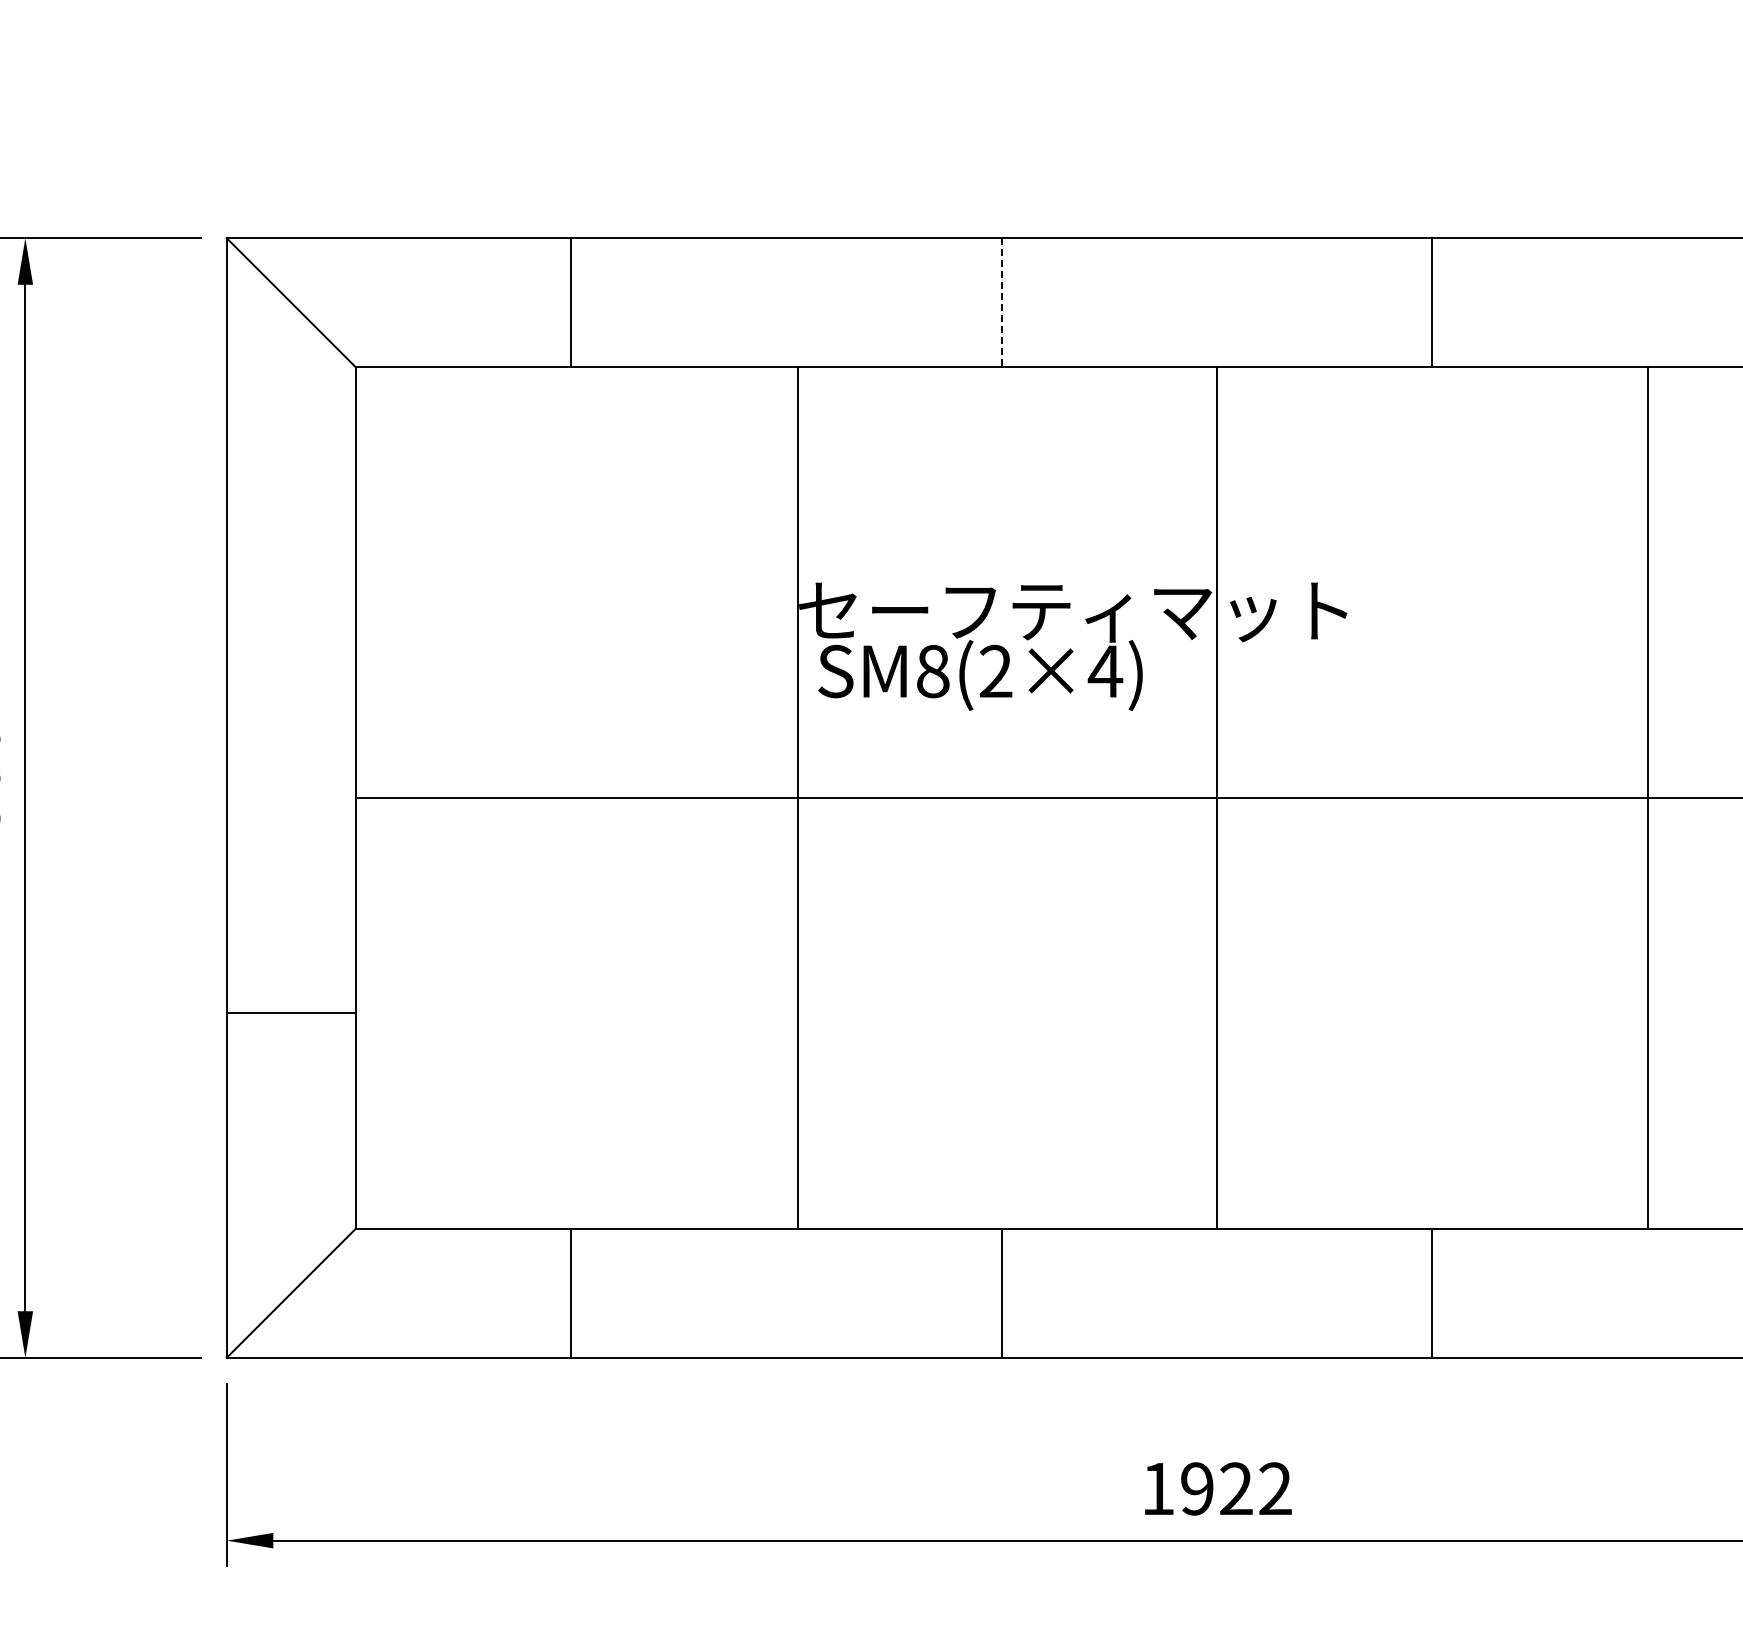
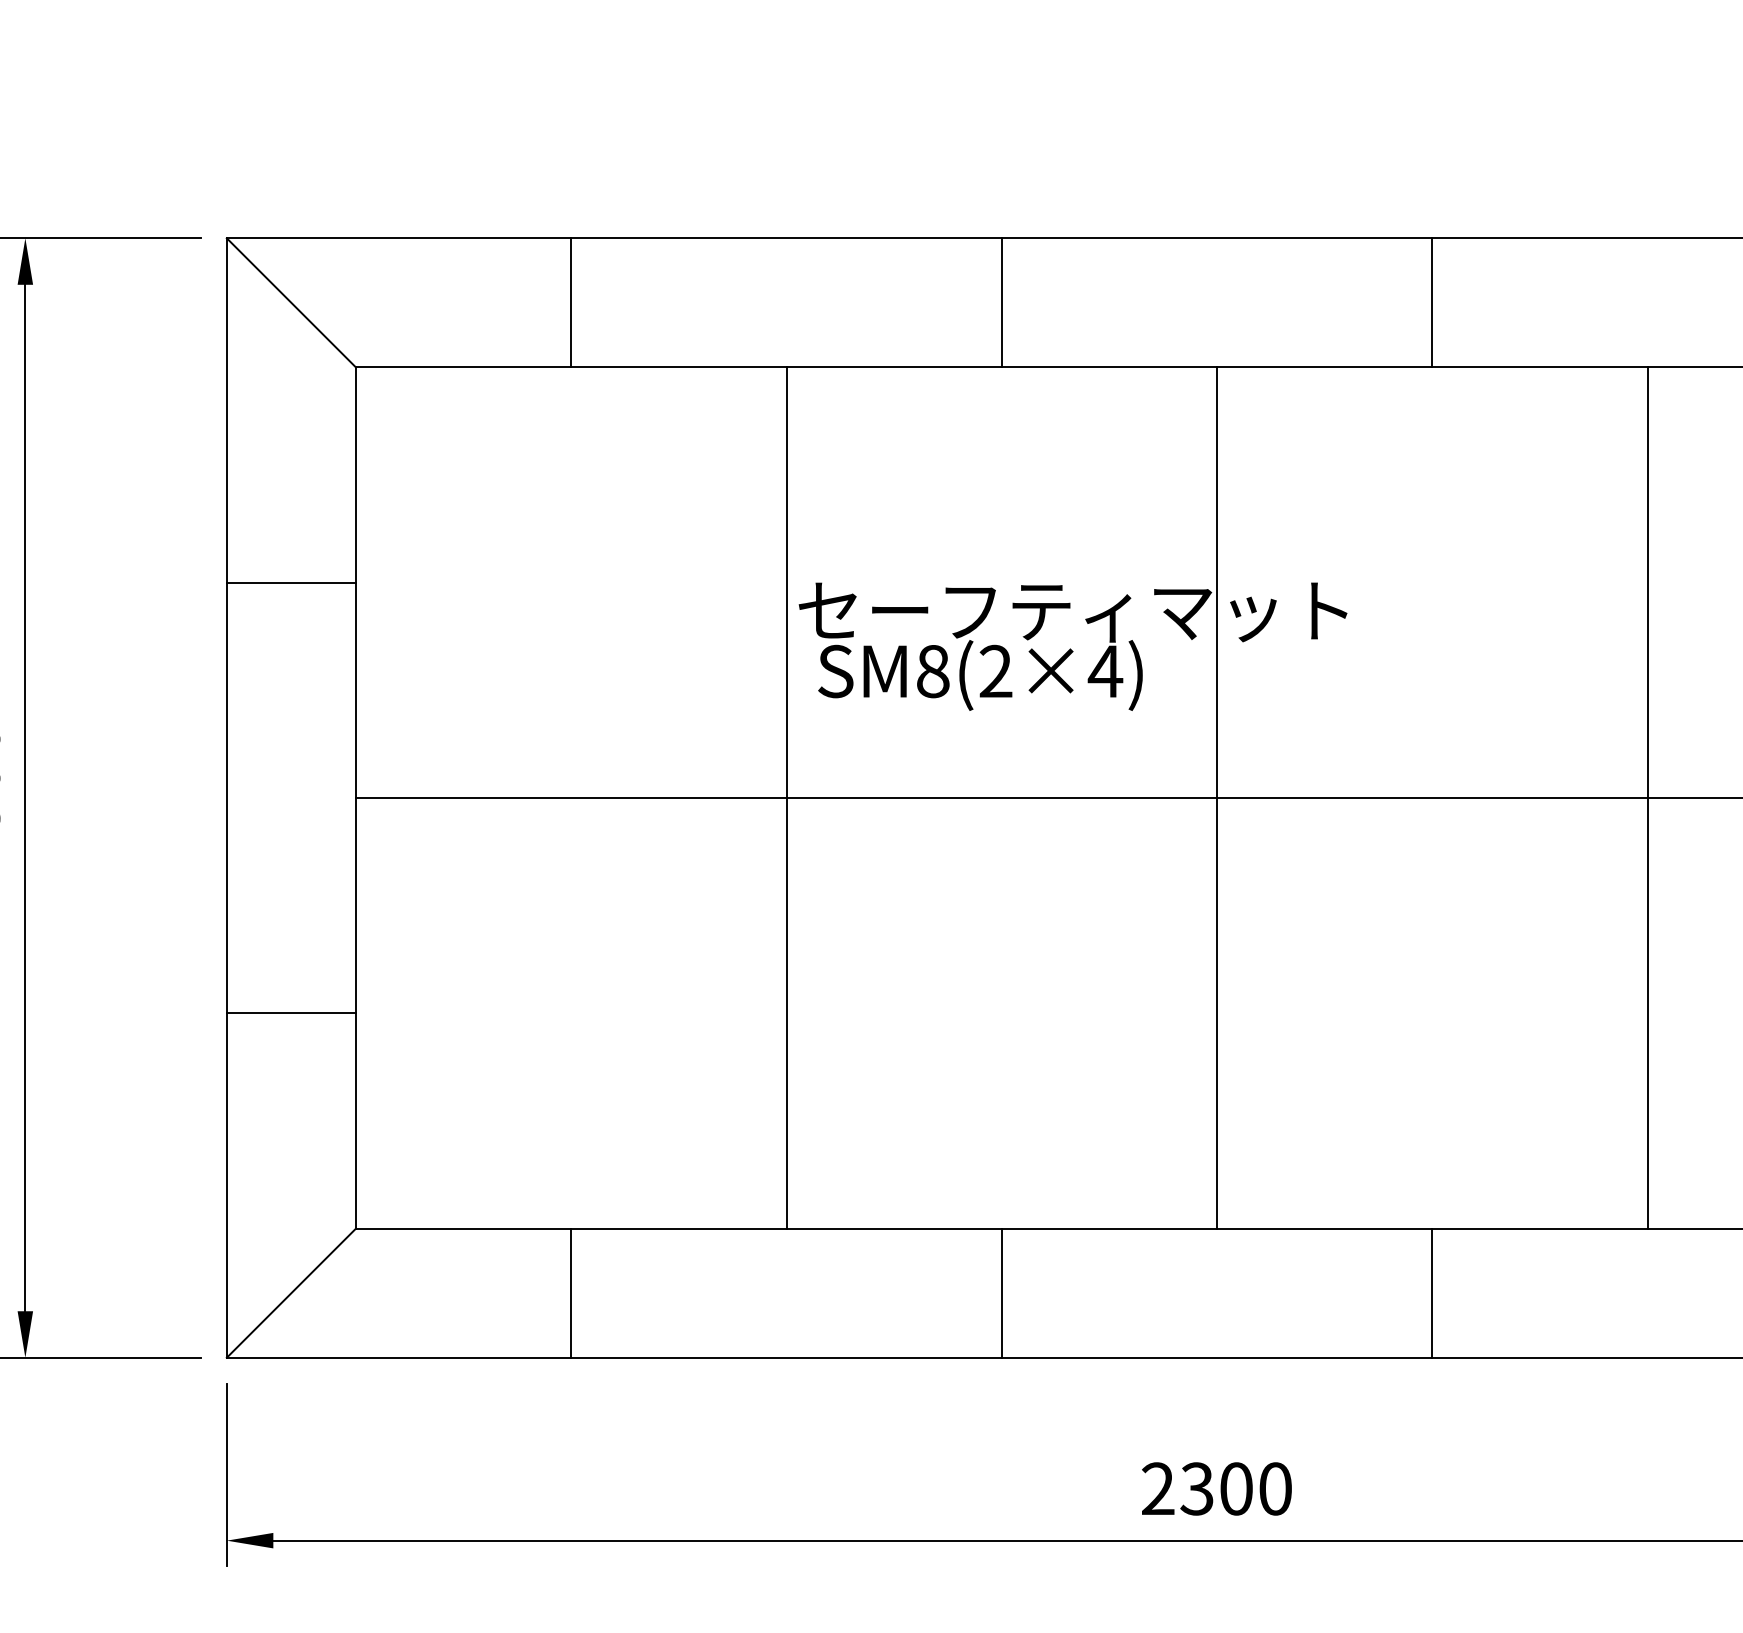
line at (1001, 302): dashed -> solid
line at (291, 582): none -> present
line at (797, 797) position: (797, 797) -> (786, 797)
text at (1216, 1488): 1922 -> 2300
